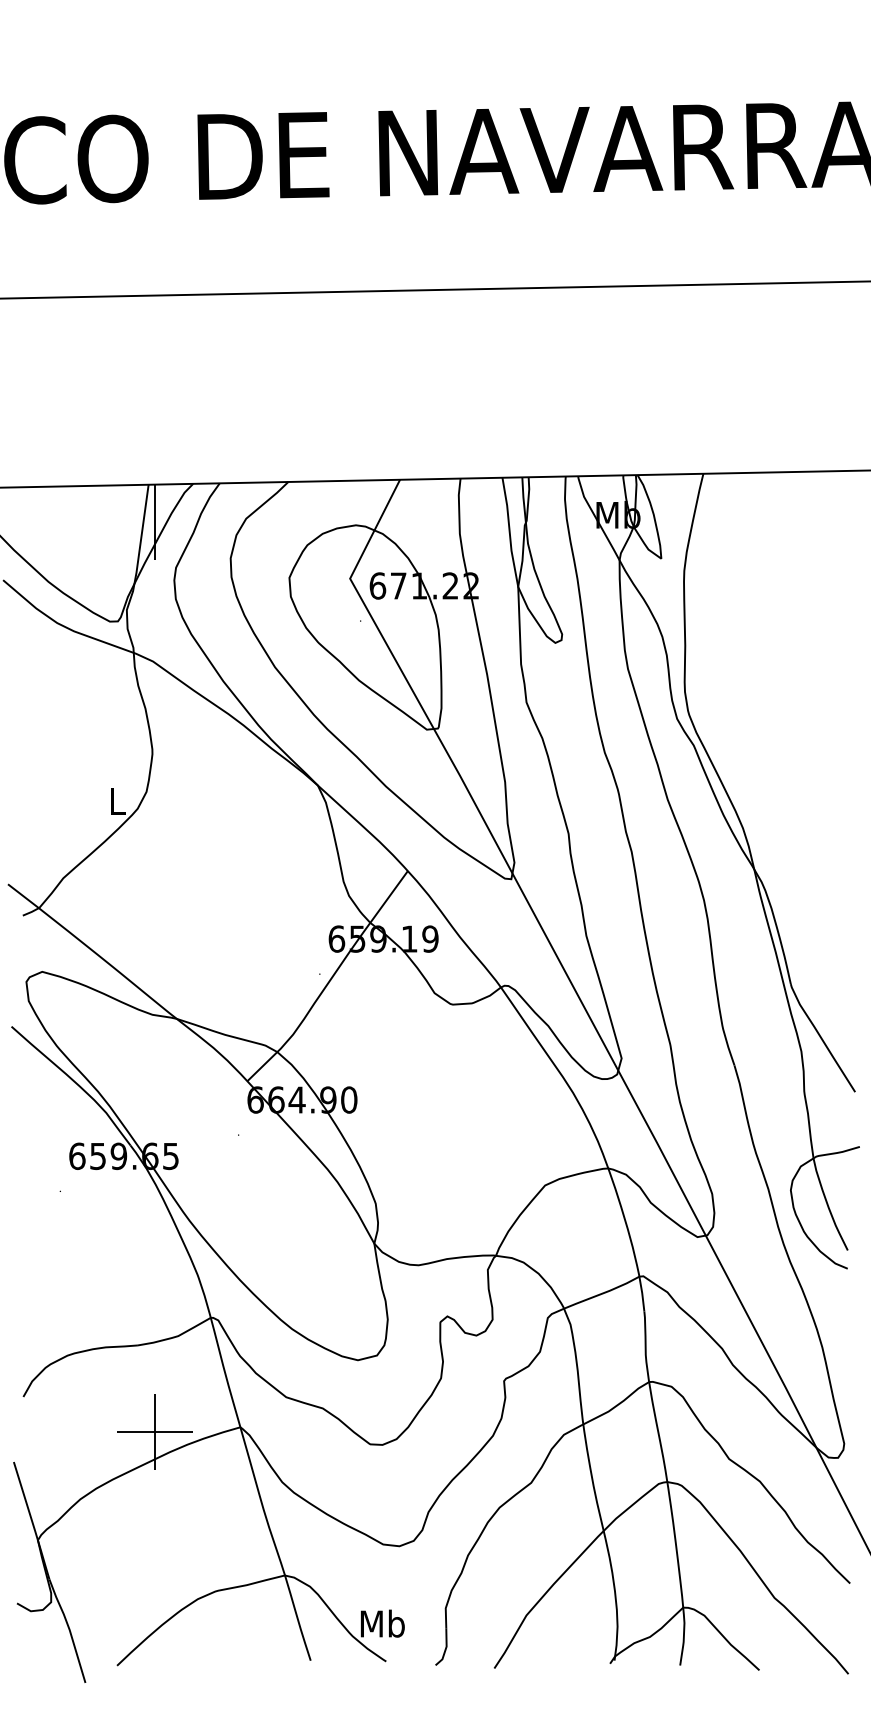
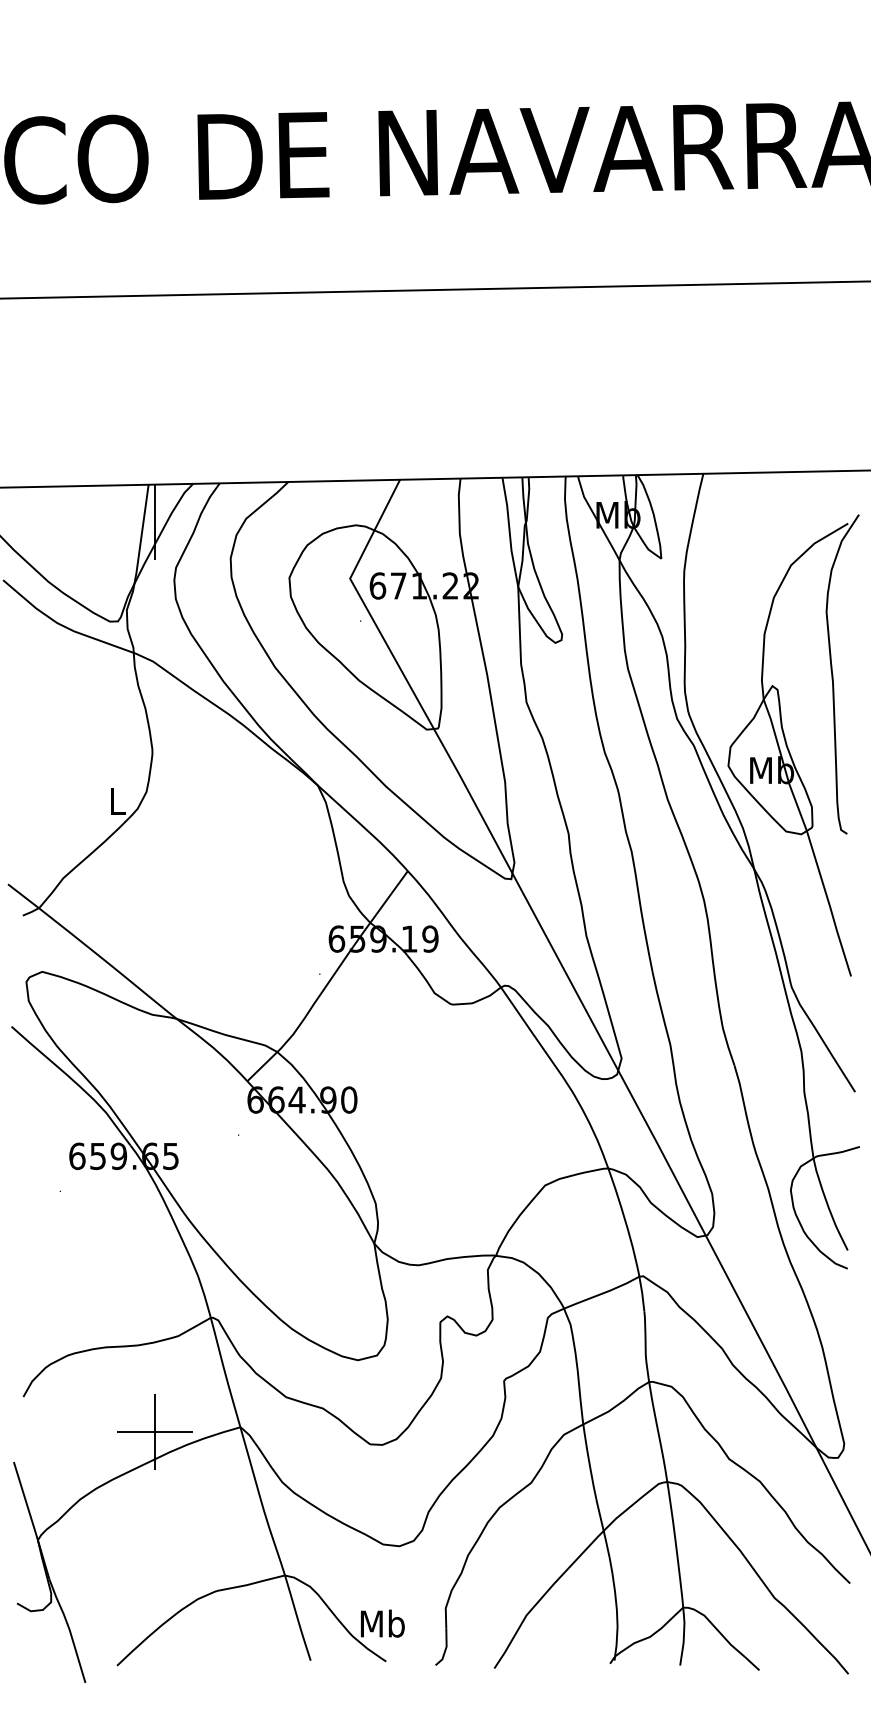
part at (793, 745): none -> present
